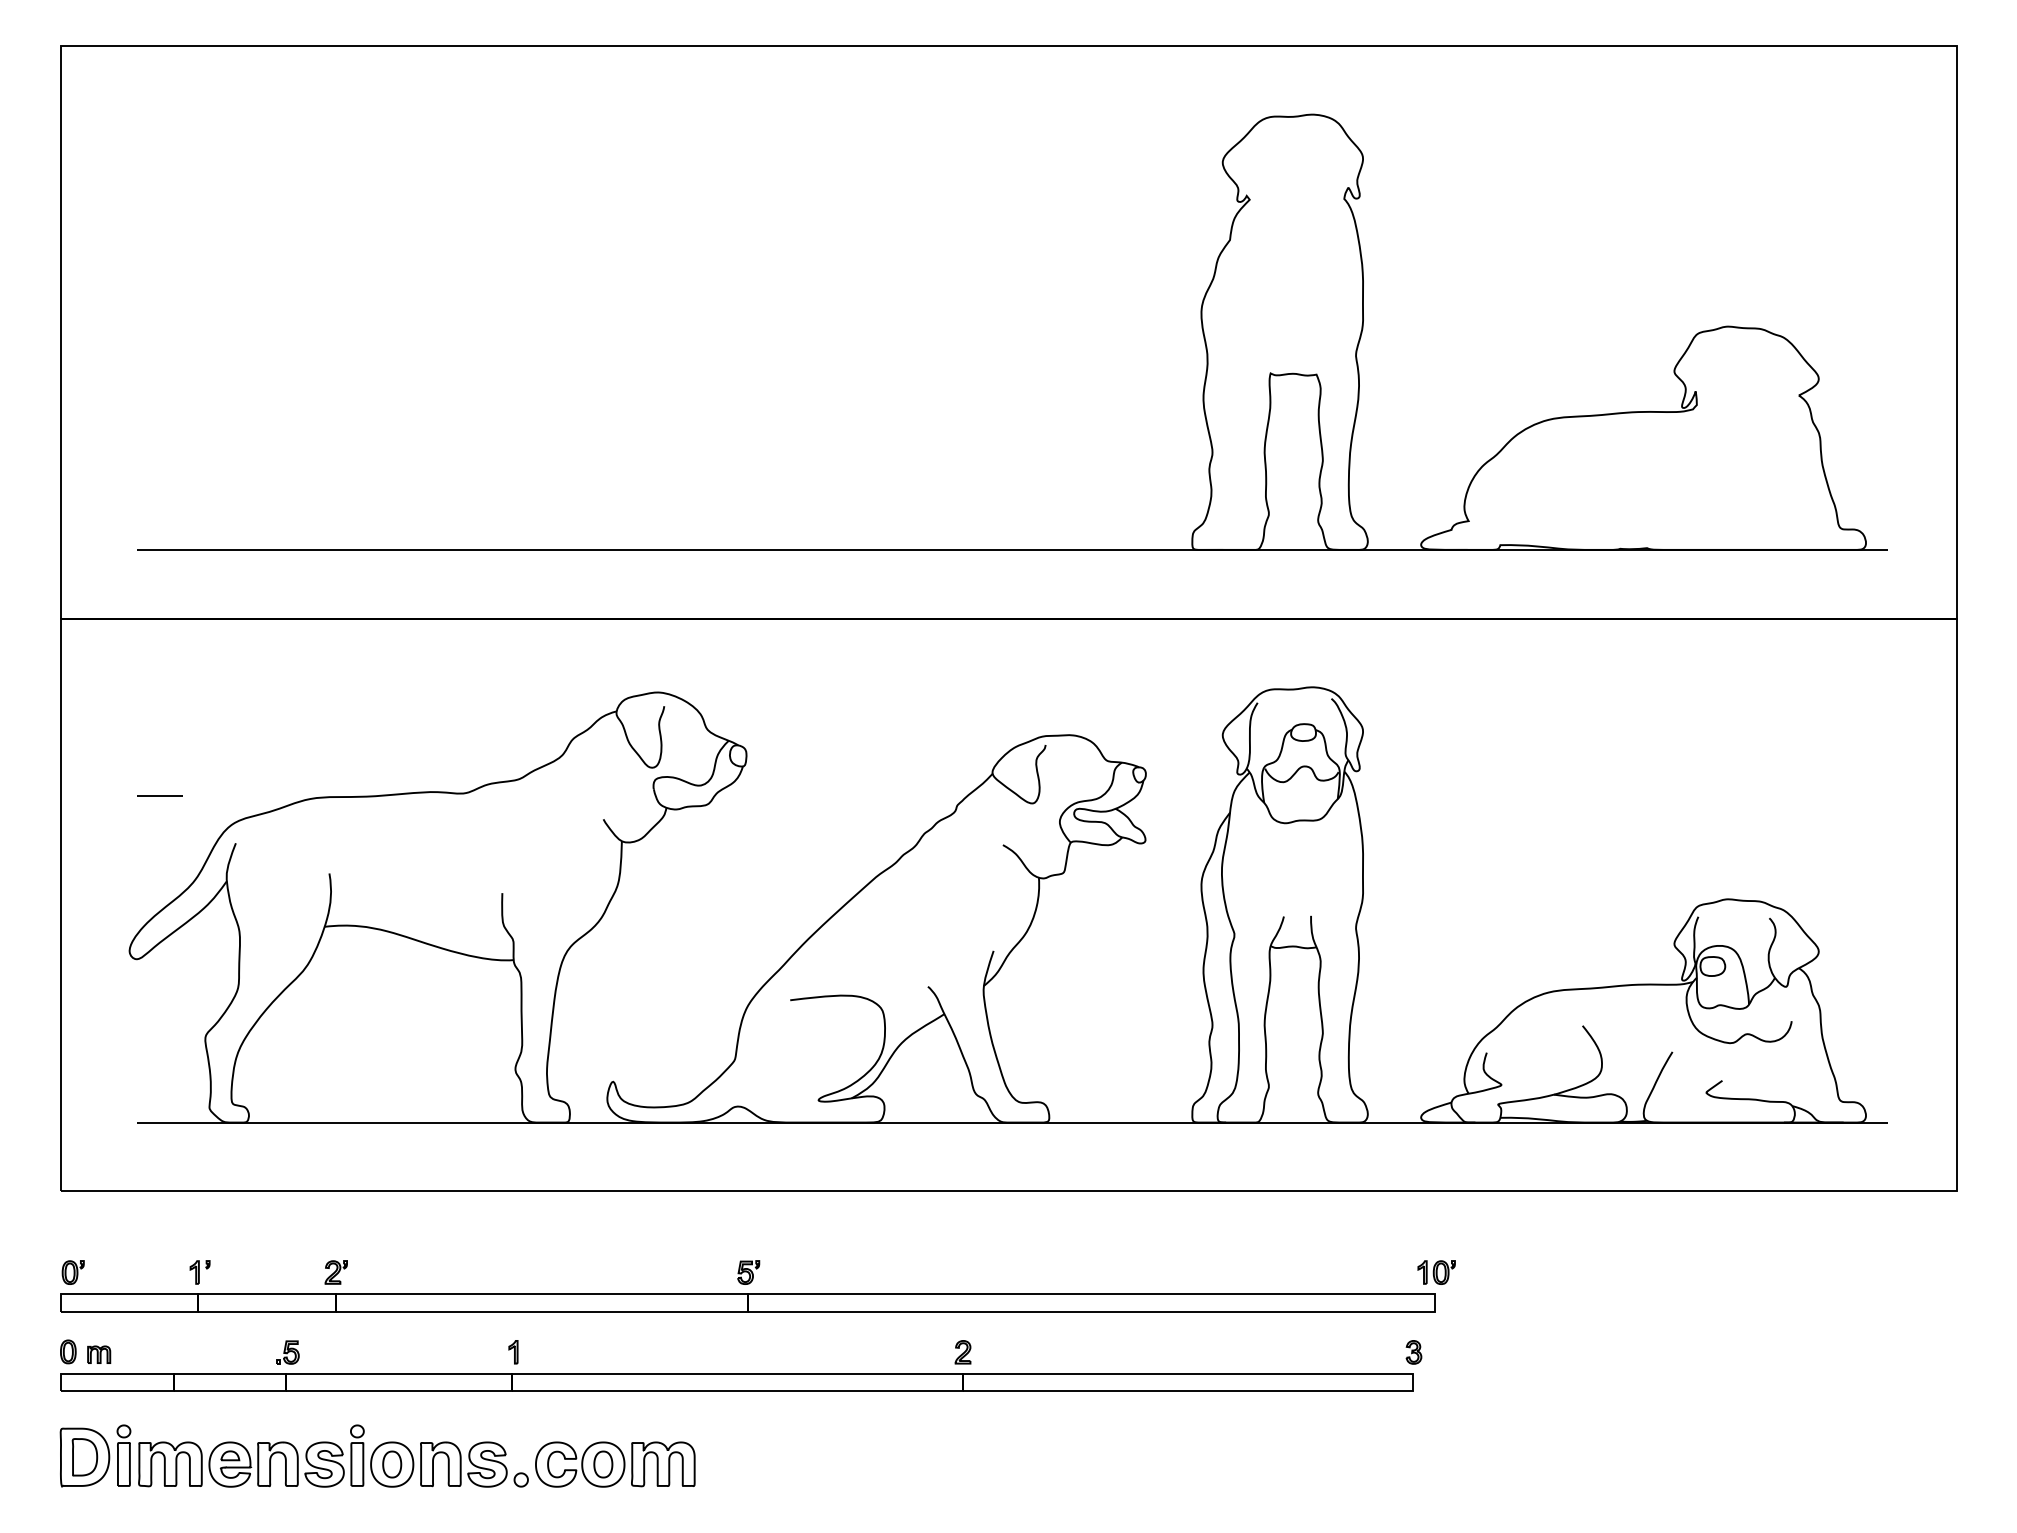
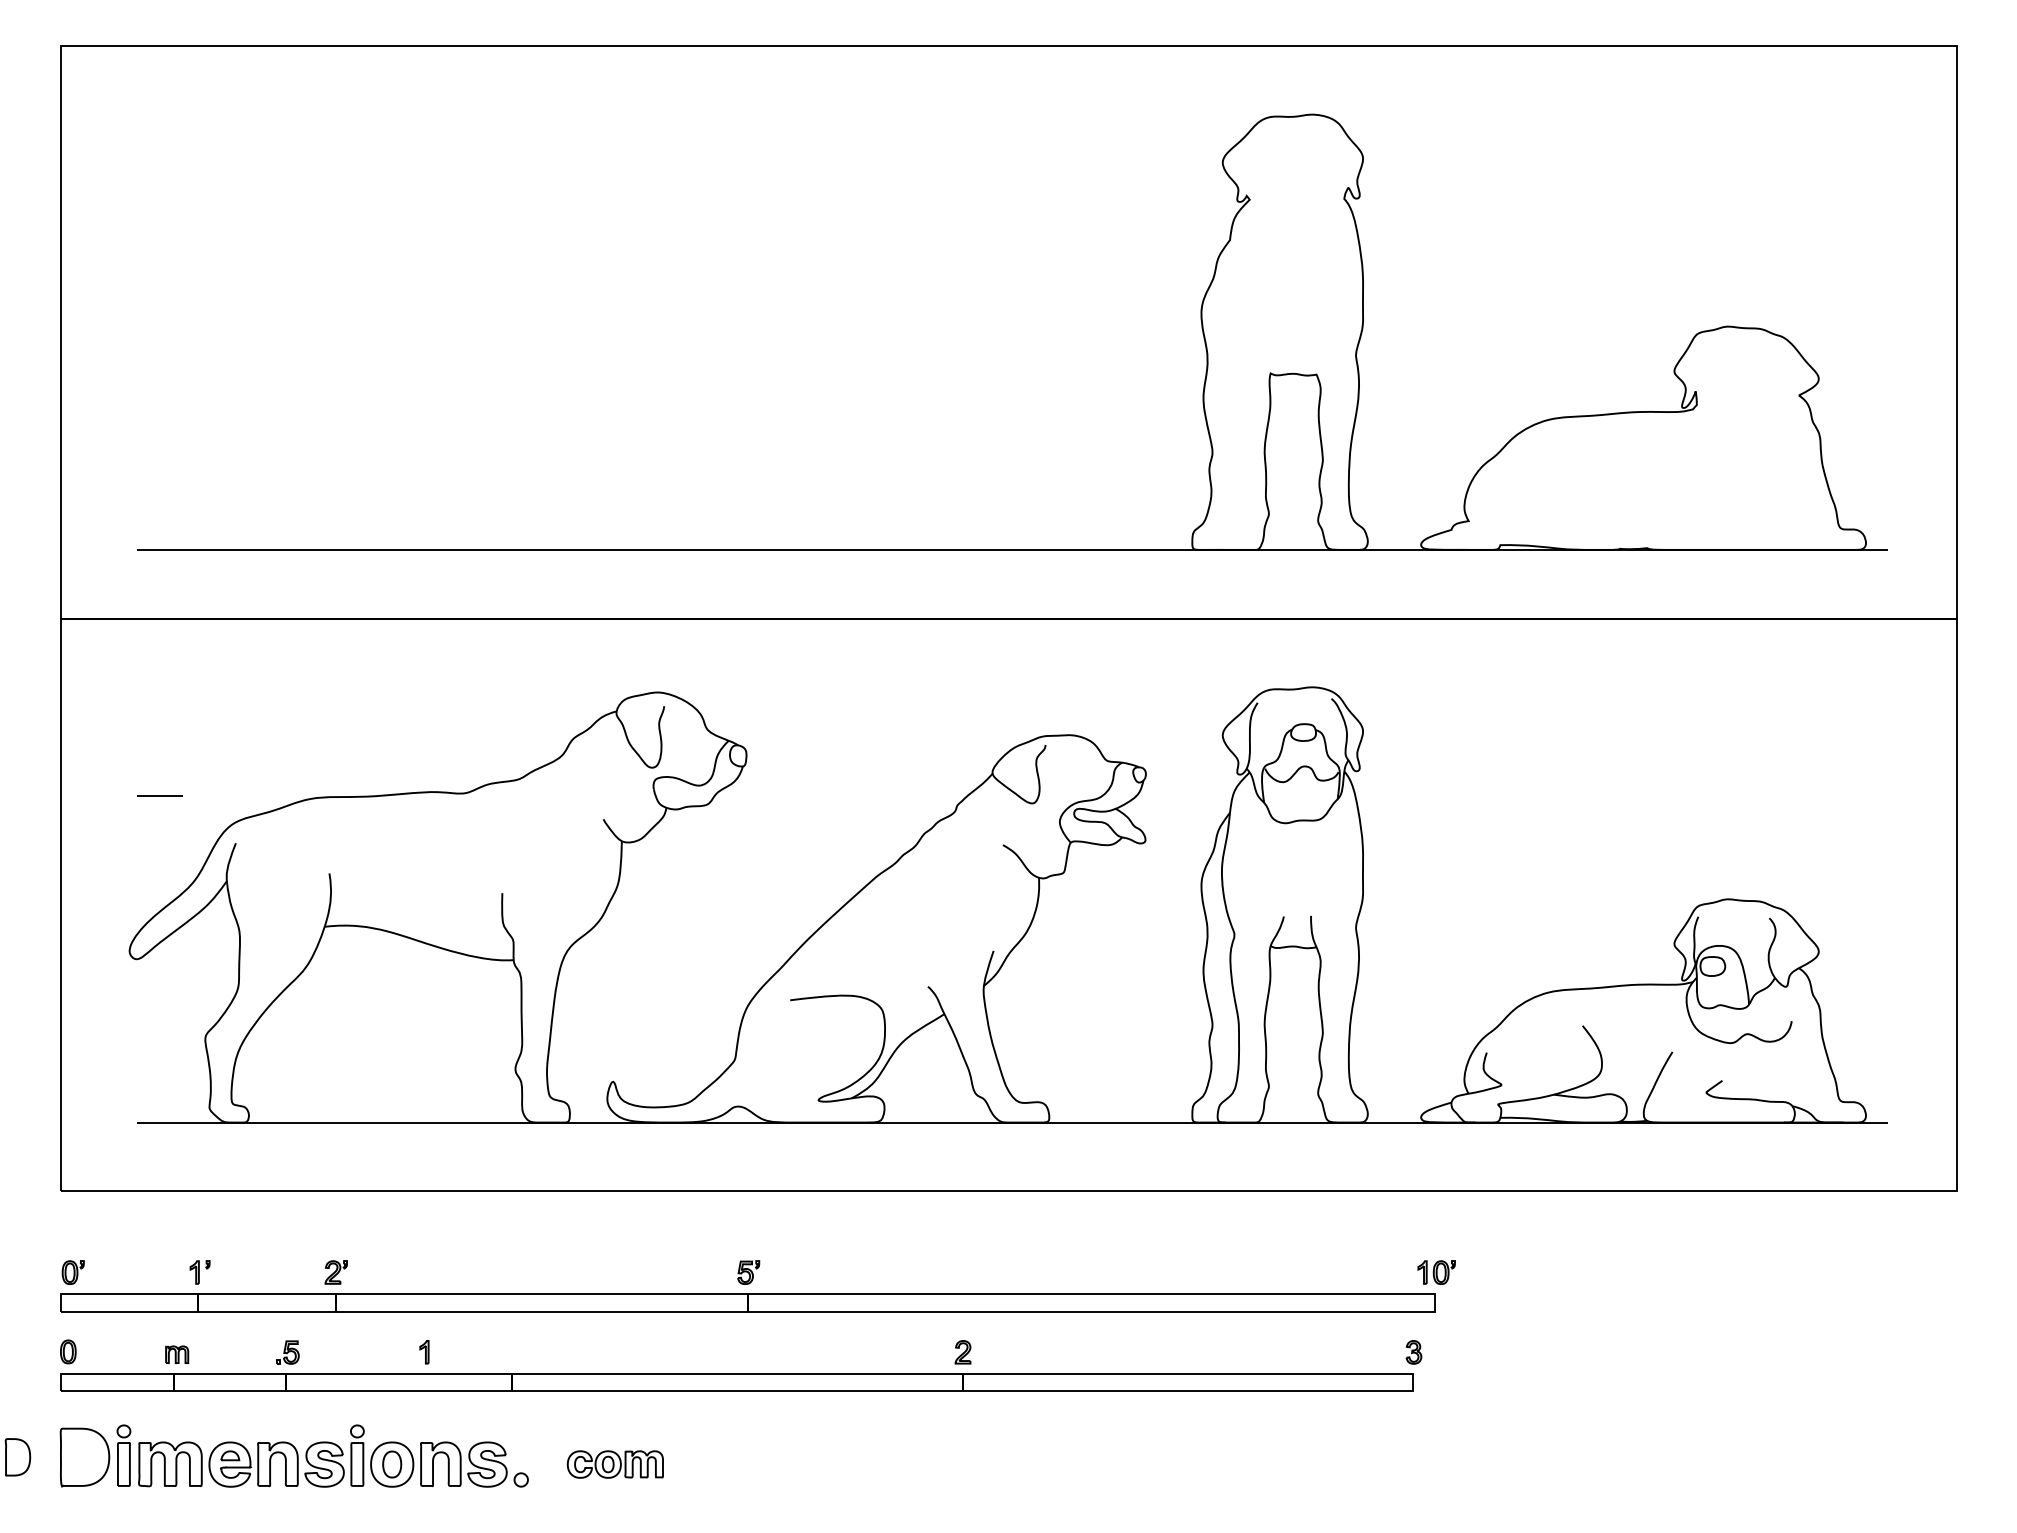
part at (513, 1352) position: (513, 1352) -> (424, 1352)
part at (99, 1354) position: (99, 1354) -> (177, 1354)
part at (84, 1457) position: (84, 1457) -> (17, 1457)
part at (615, 1464) size: 161x47 px -> 98x29 px
